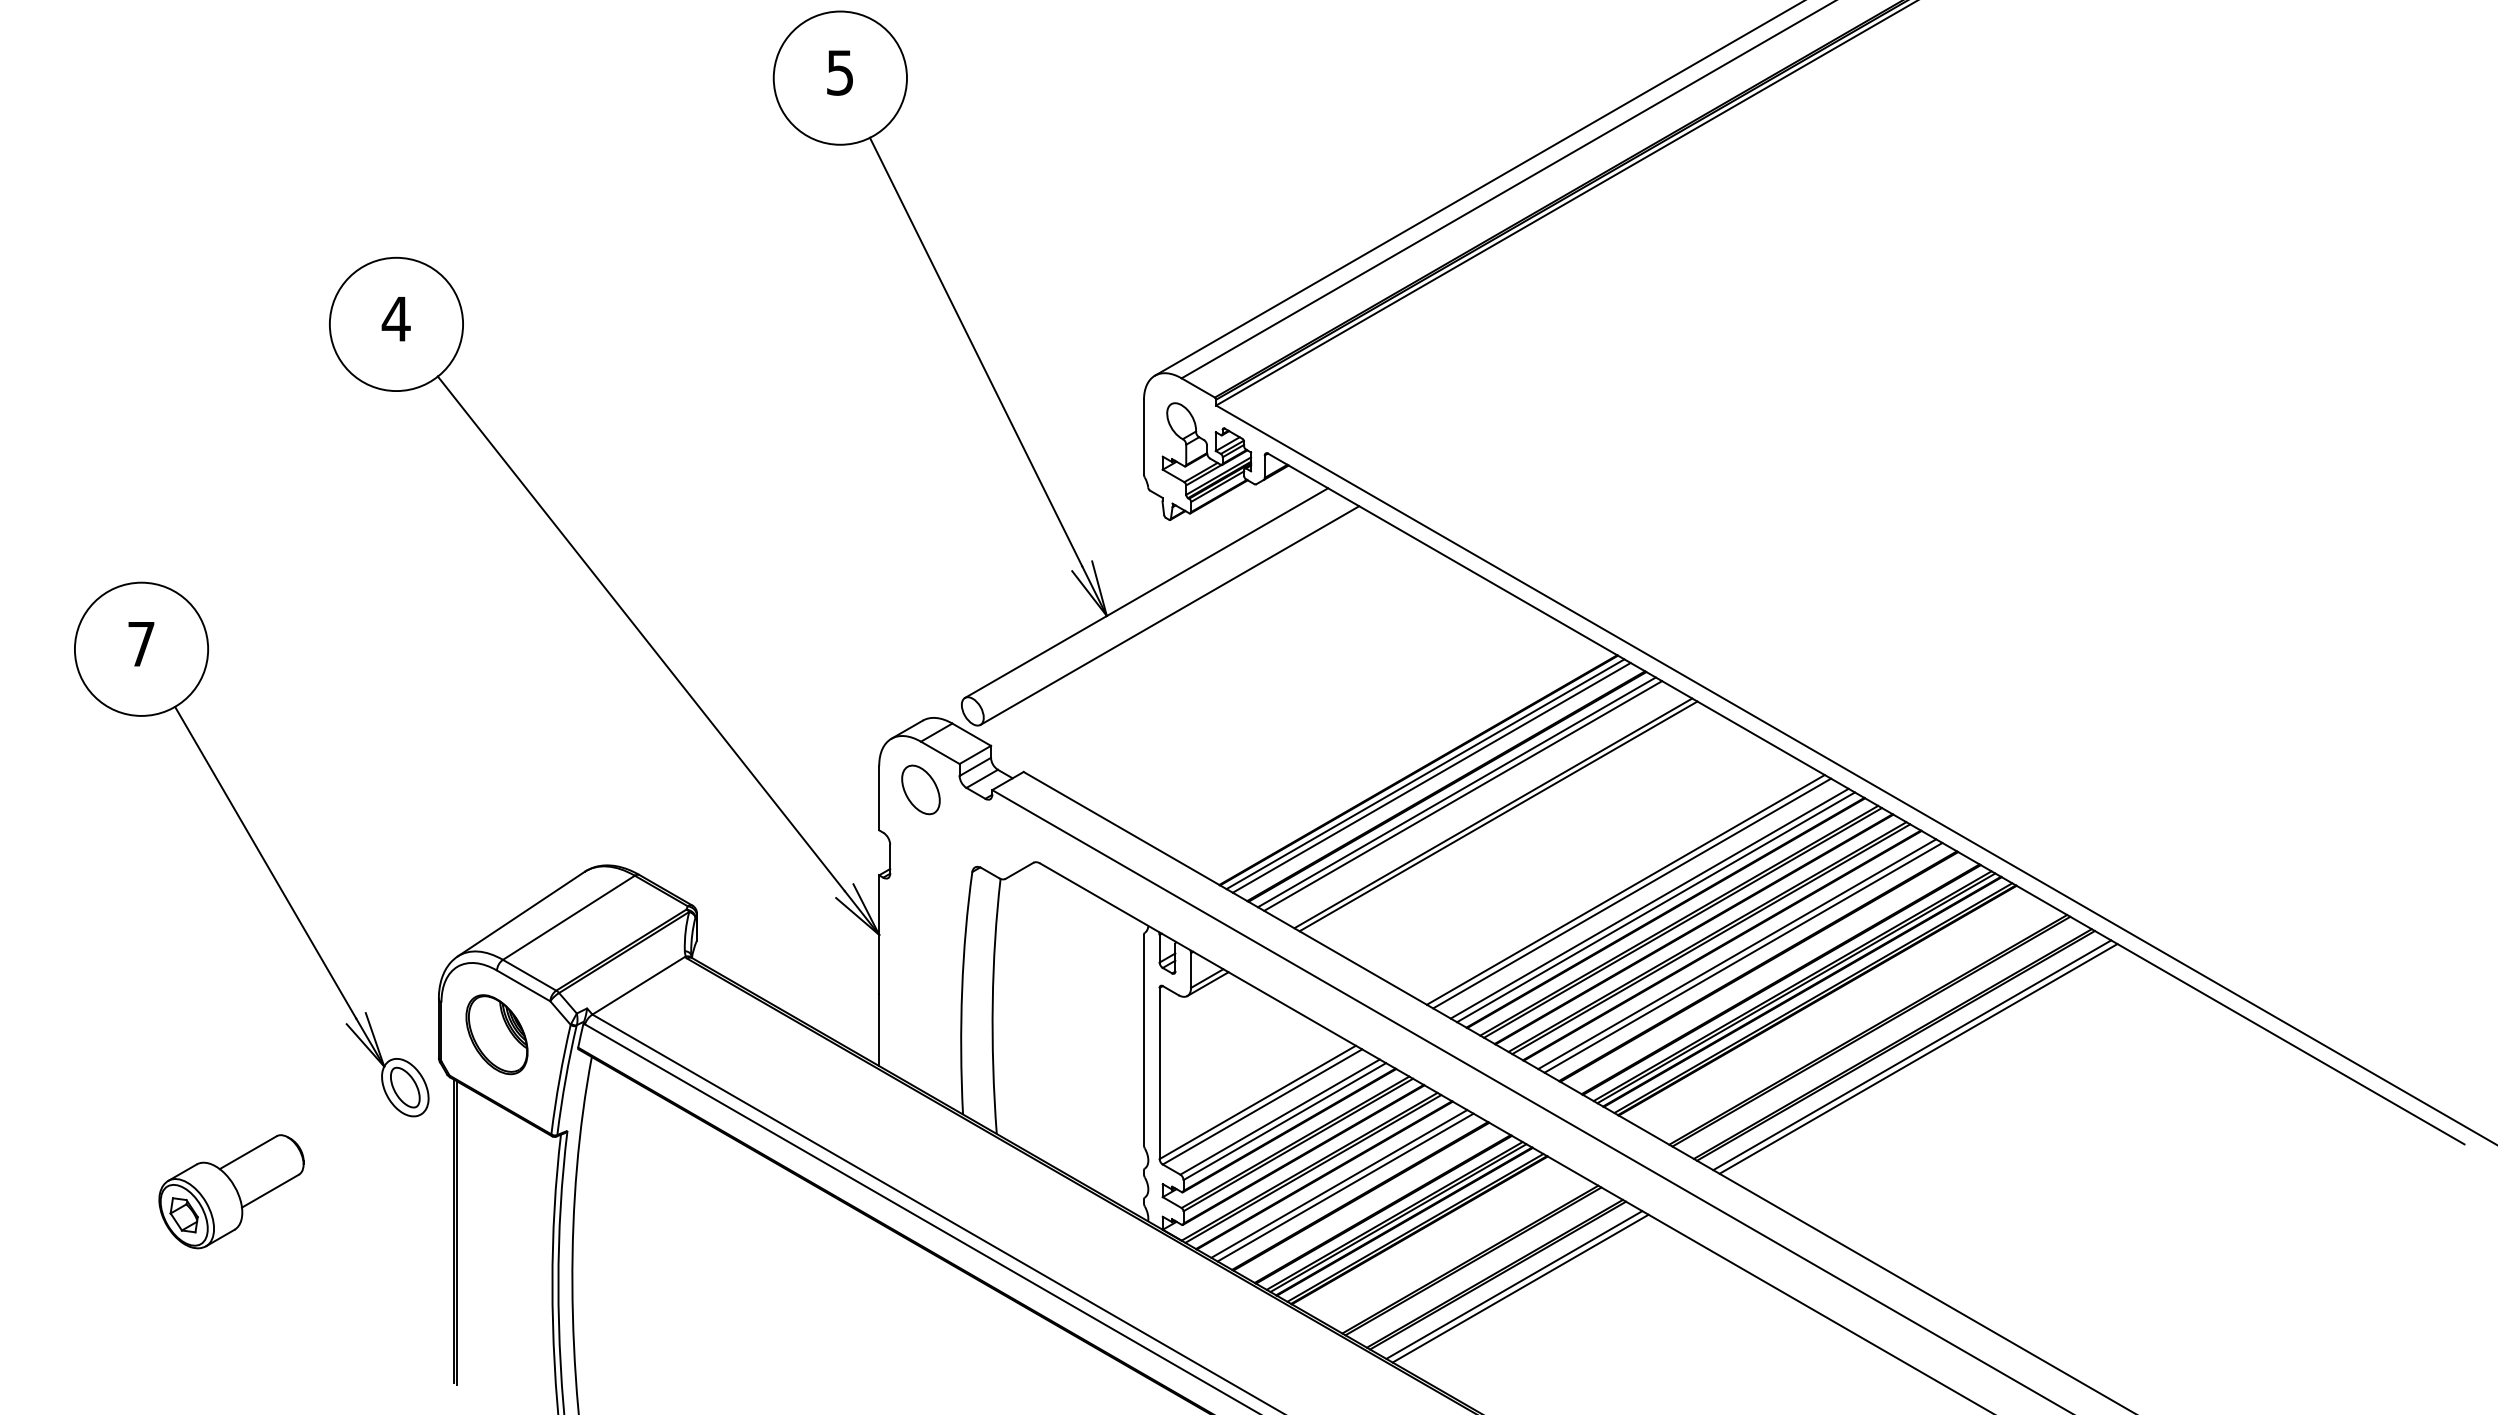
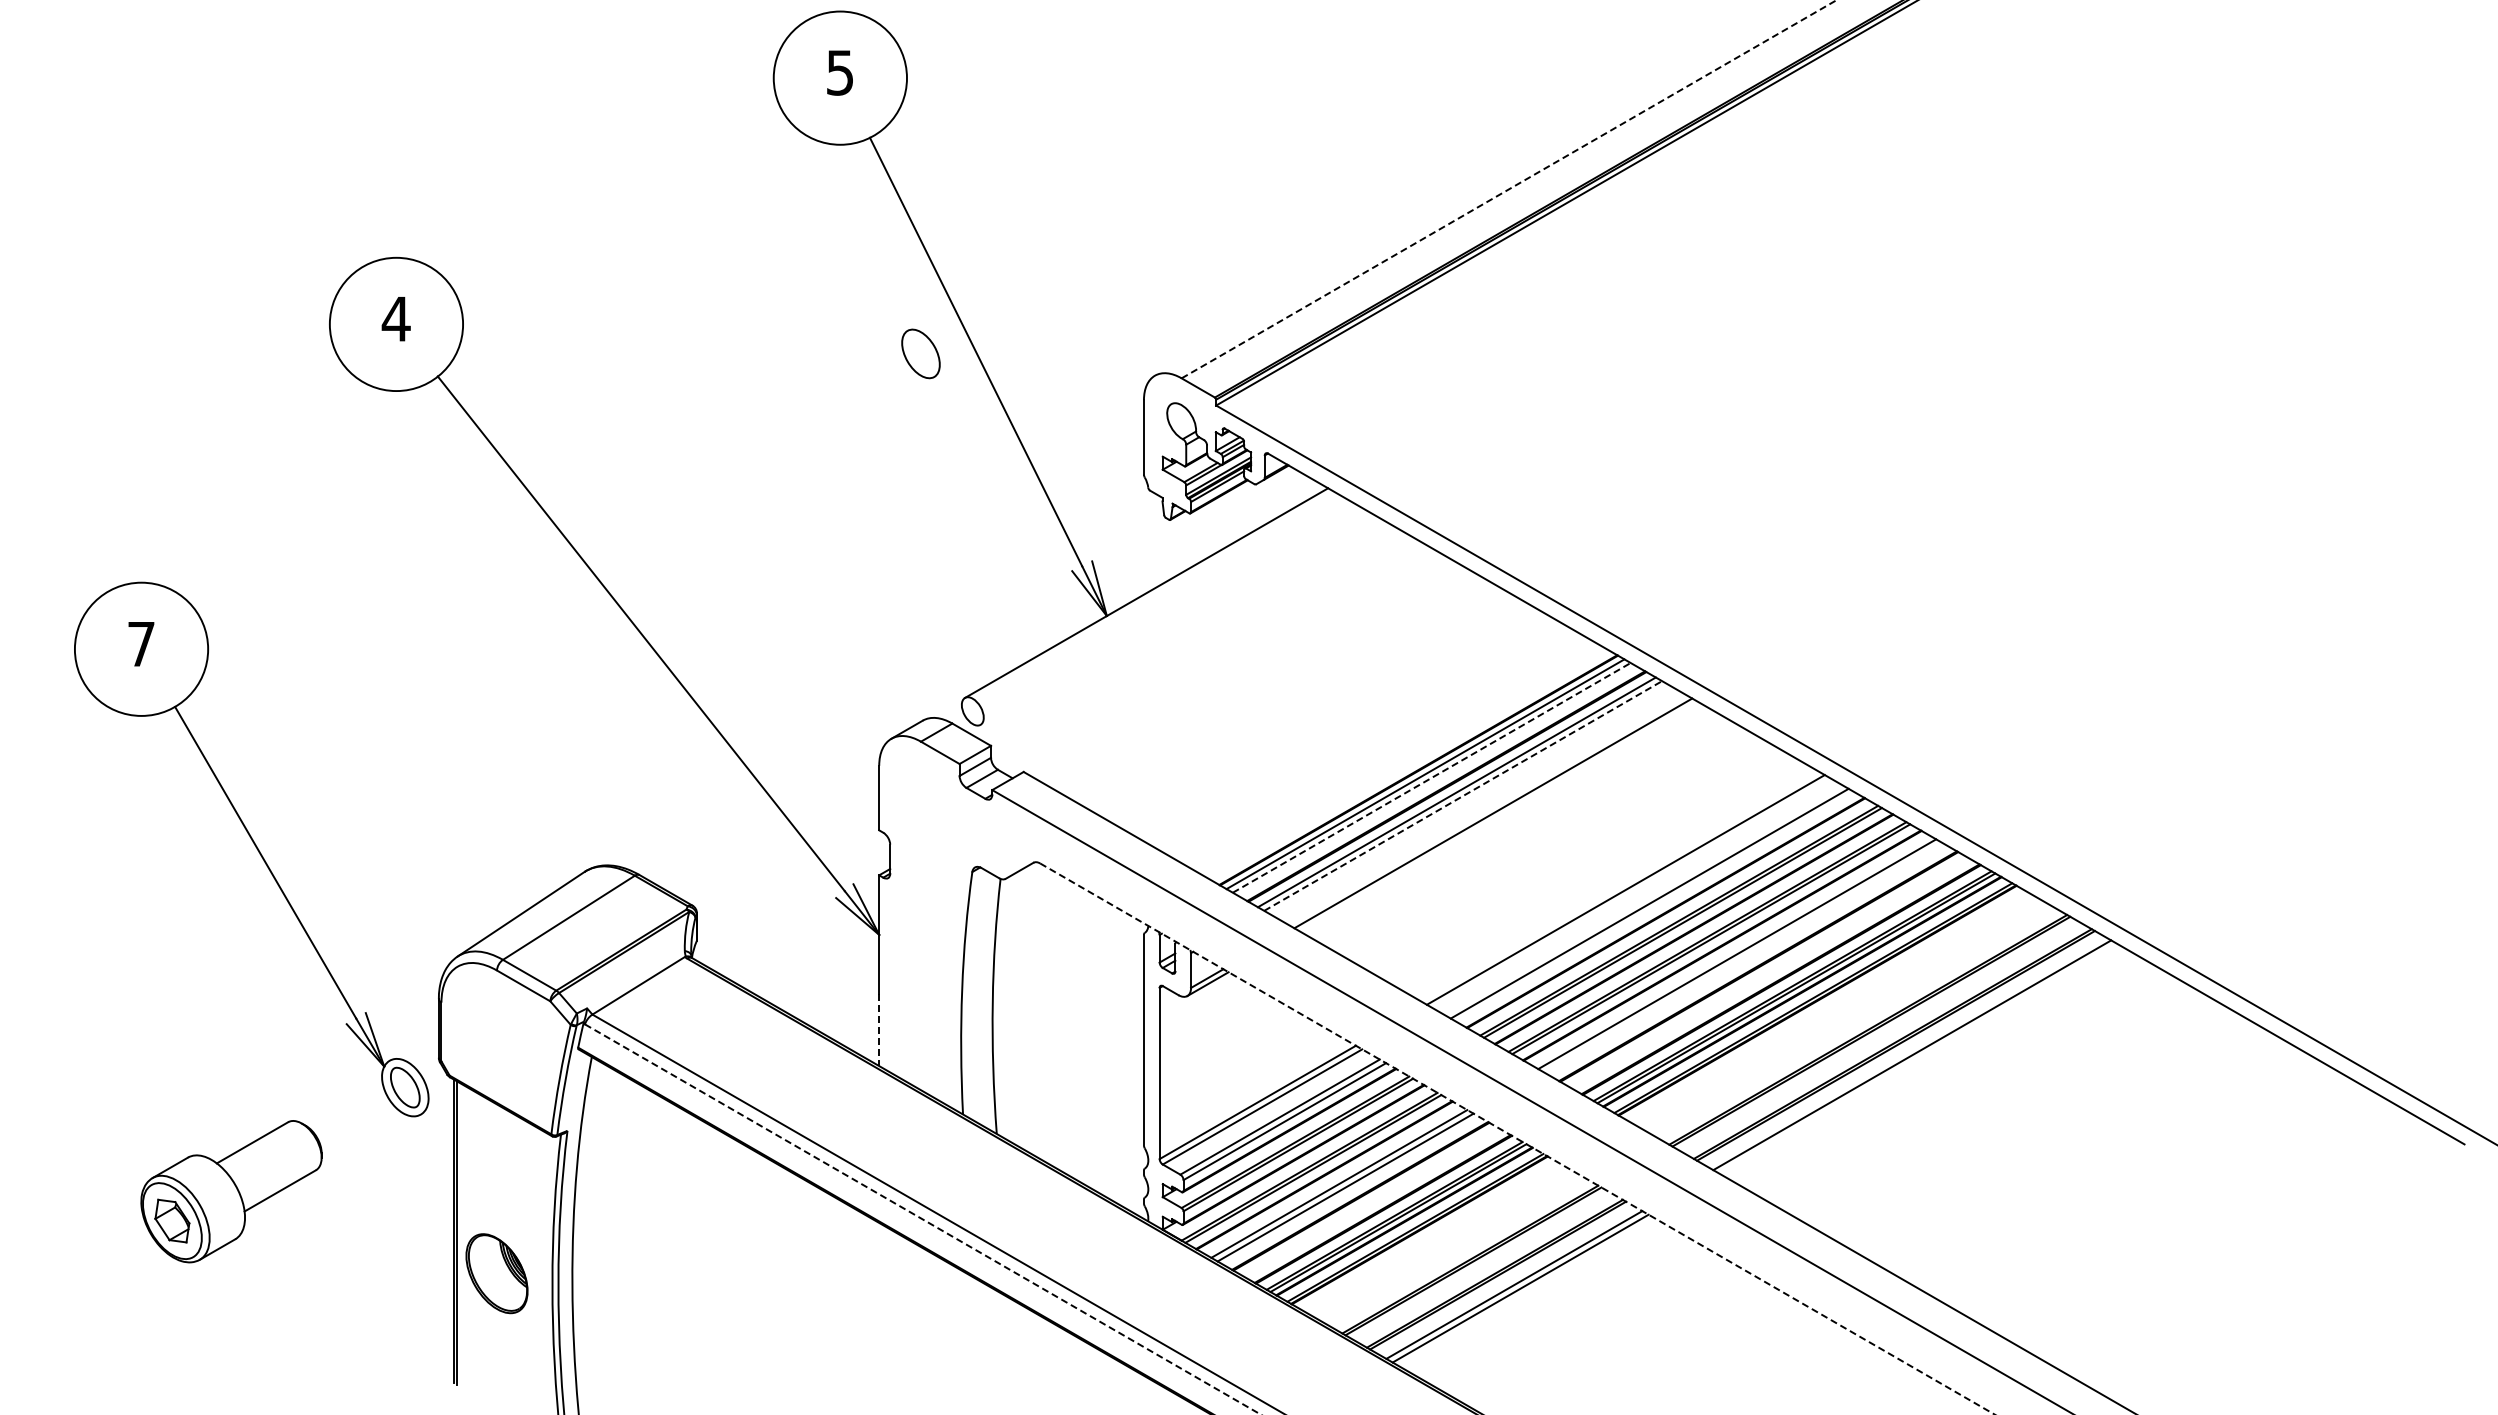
line at (1478, 188): present -> none
line at (1509, 188): solid -> dashed
line at (1169, 615): present -> none
line at (1431, 777): solid -> dashed
part at (920, 789) position: (920, 789) -> (920, 353)
line at (1463, 796): solid -> dashed
line at (1498, 816): present -> none
line at (1632, 893): present -> none
line at (1655, 907): present -> none
line at (1743, 957): present -> none
line at (879, 1030): solid -> dashed
part at (496, 1034) position: (496, 1034) -> (496, 1273)
line at (1918, 1058): present -> none
line at (1518, 1139): solid -> dashed
part at (231, 1191) size: 147x116 px -> 183x144 px
line at (923, 1219): solid -> dashed
